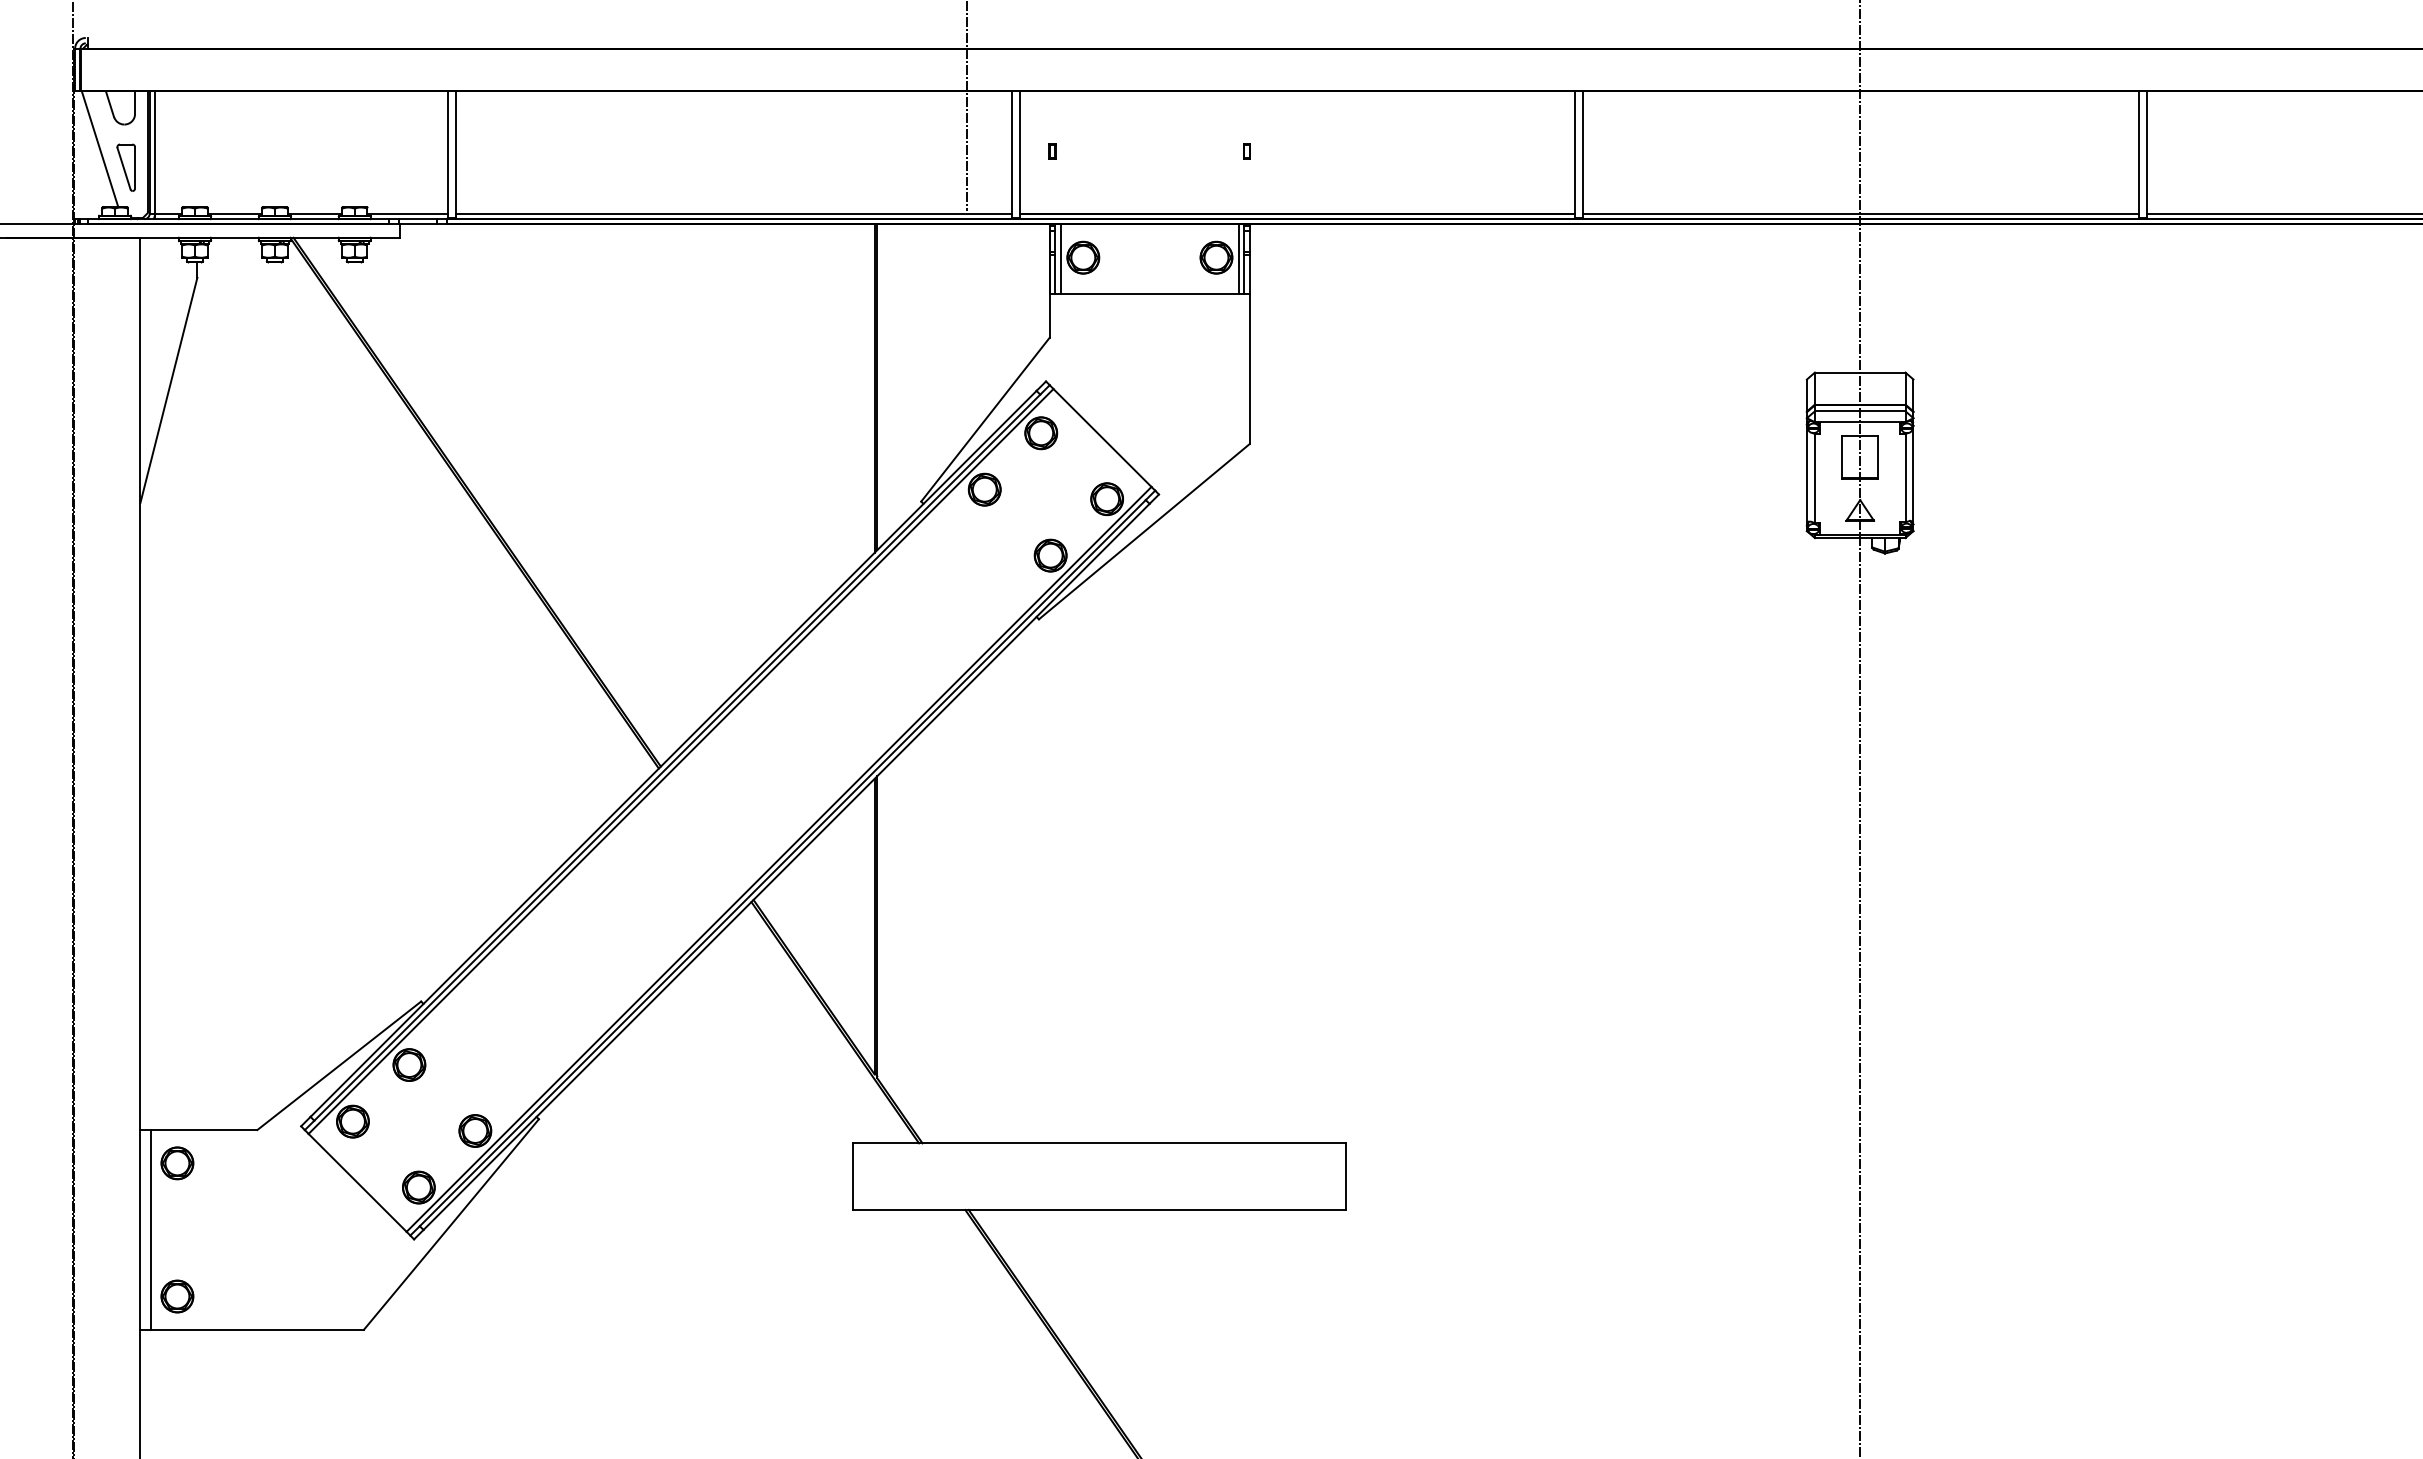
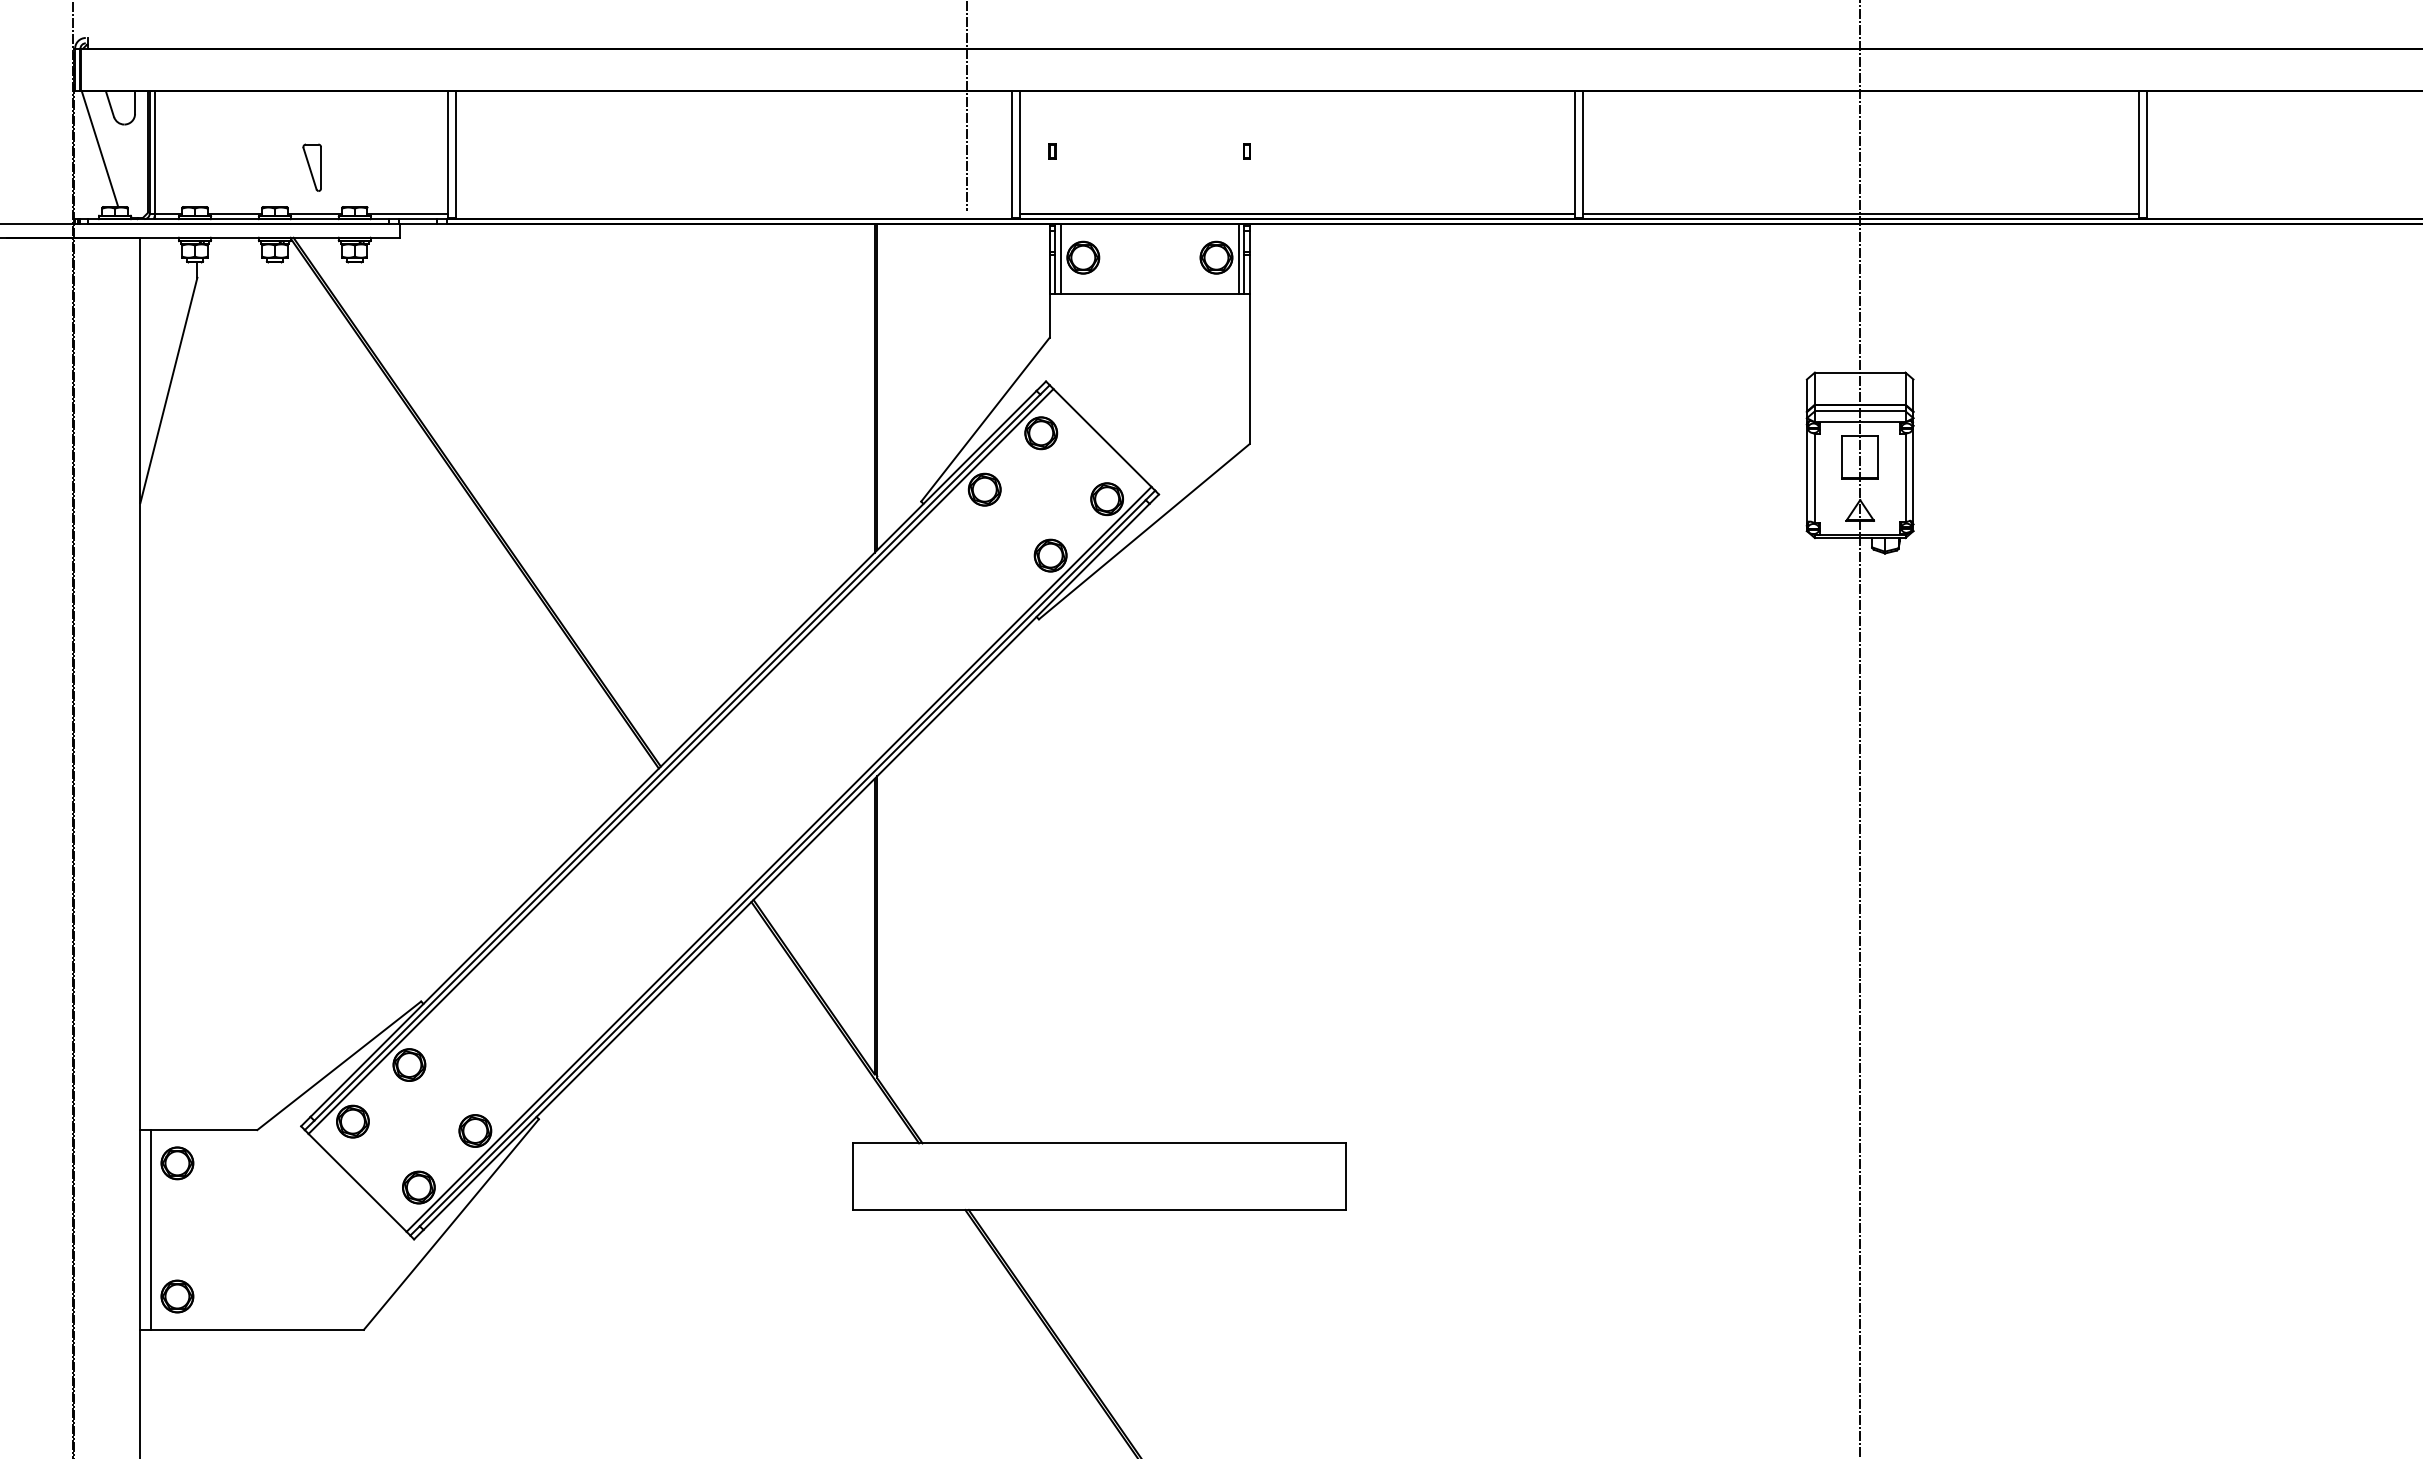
part at (125, 167) position: (125, 167) -> (311, 167)
line at (733, 213): present -> none
line at (2282, 213): present -> none
